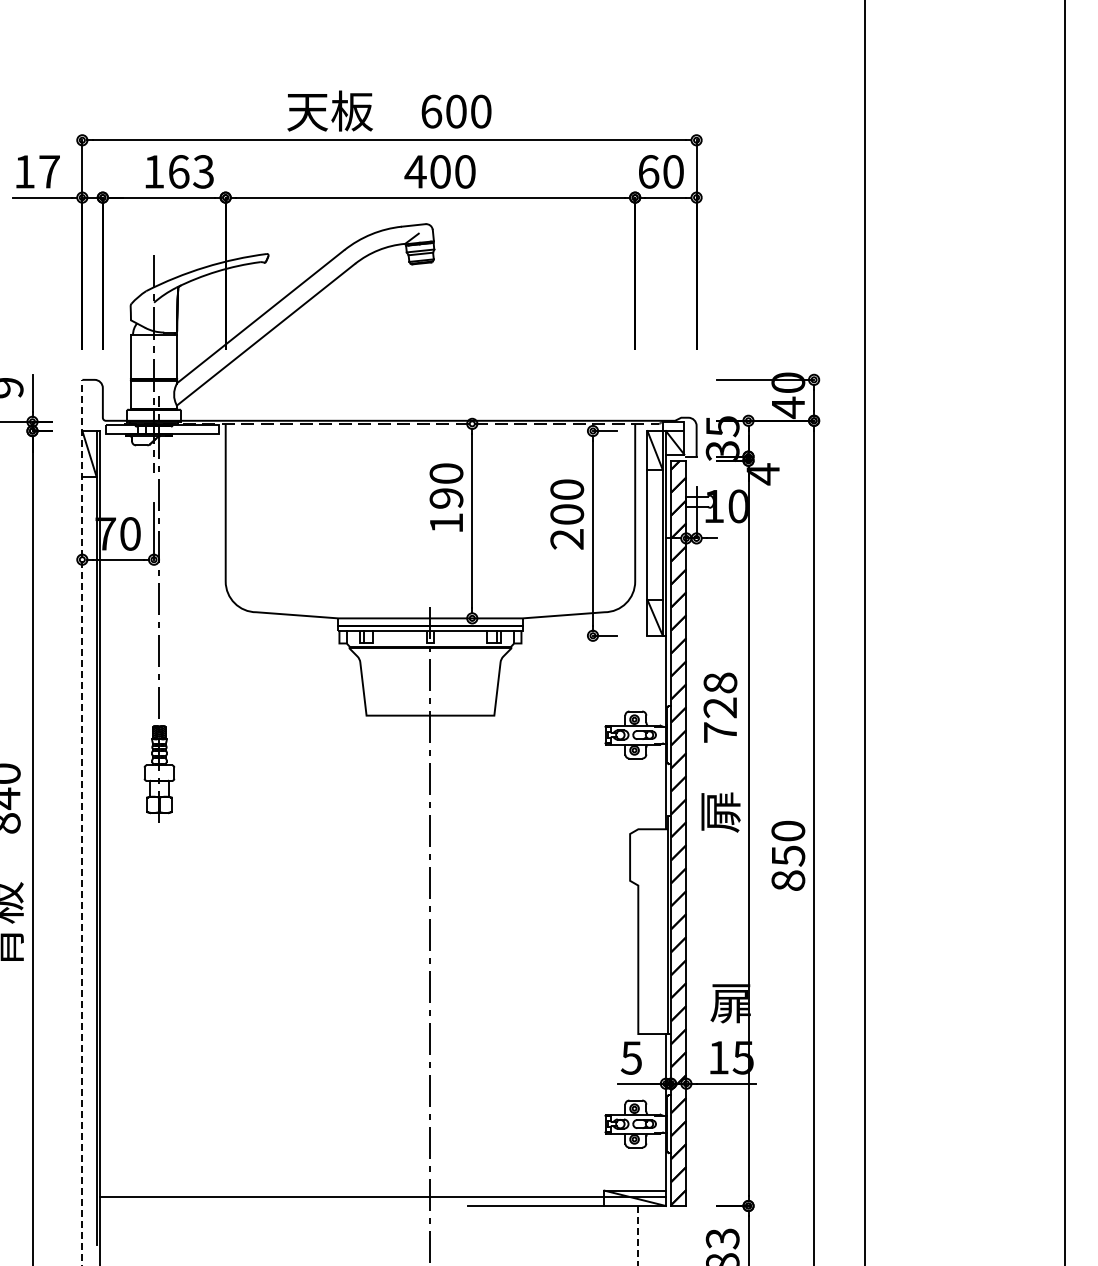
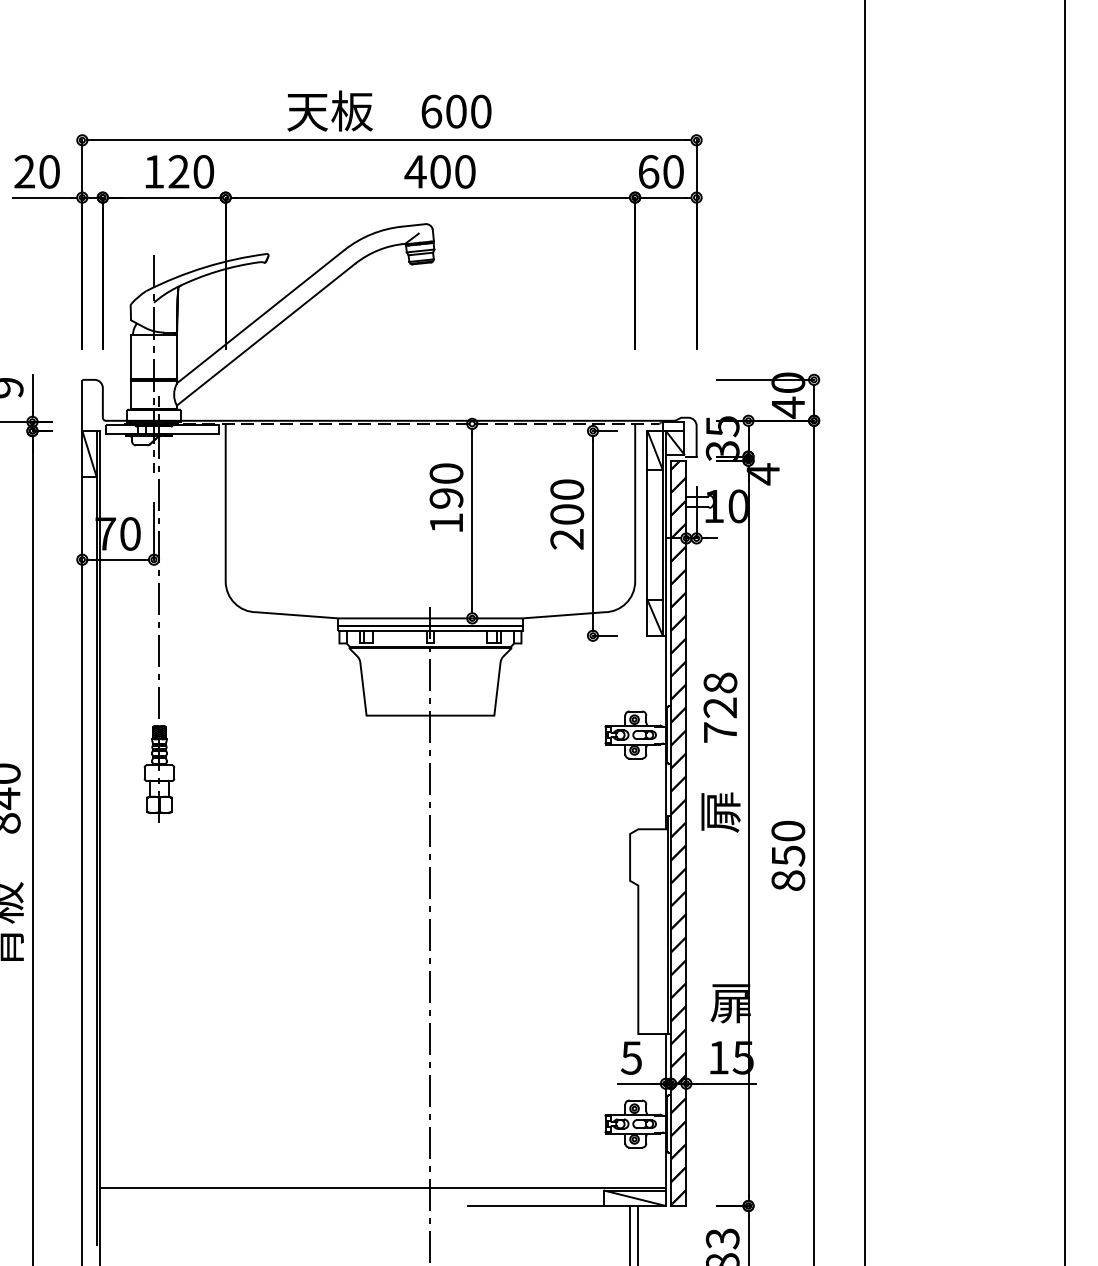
text at (36, 171): 17 -> 20
text at (191, 171): 163 -> 120
line at (82, 852): dashed -> solid
line at (382, 1196) position: (382, 1196) -> (382, 1187)
line at (630, 1234): none -> present
